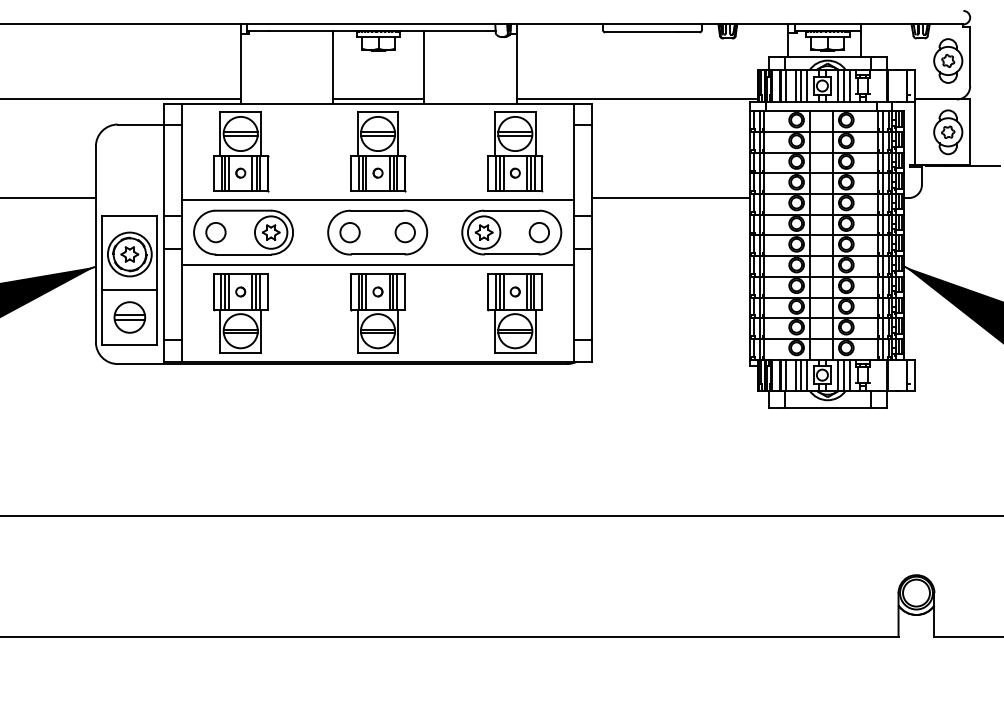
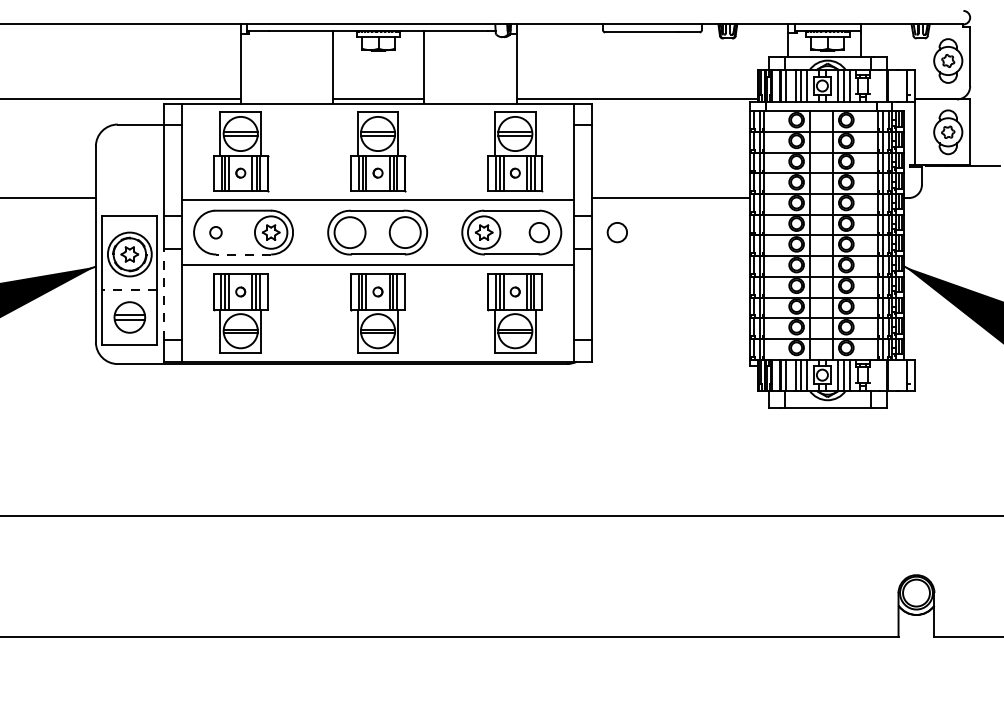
circle at (215, 232) size: 22x22 px -> 14x14 px
circle at (349, 232) diameter: 19 px -> 31 px
circle at (404, 232) diameter: 19 px -> 31 px
circle at (616, 232): none -> present
line at (243, 254): solid -> dashed
line at (129, 290): solid -> dashed
line at (164, 293): solid -> dashed
